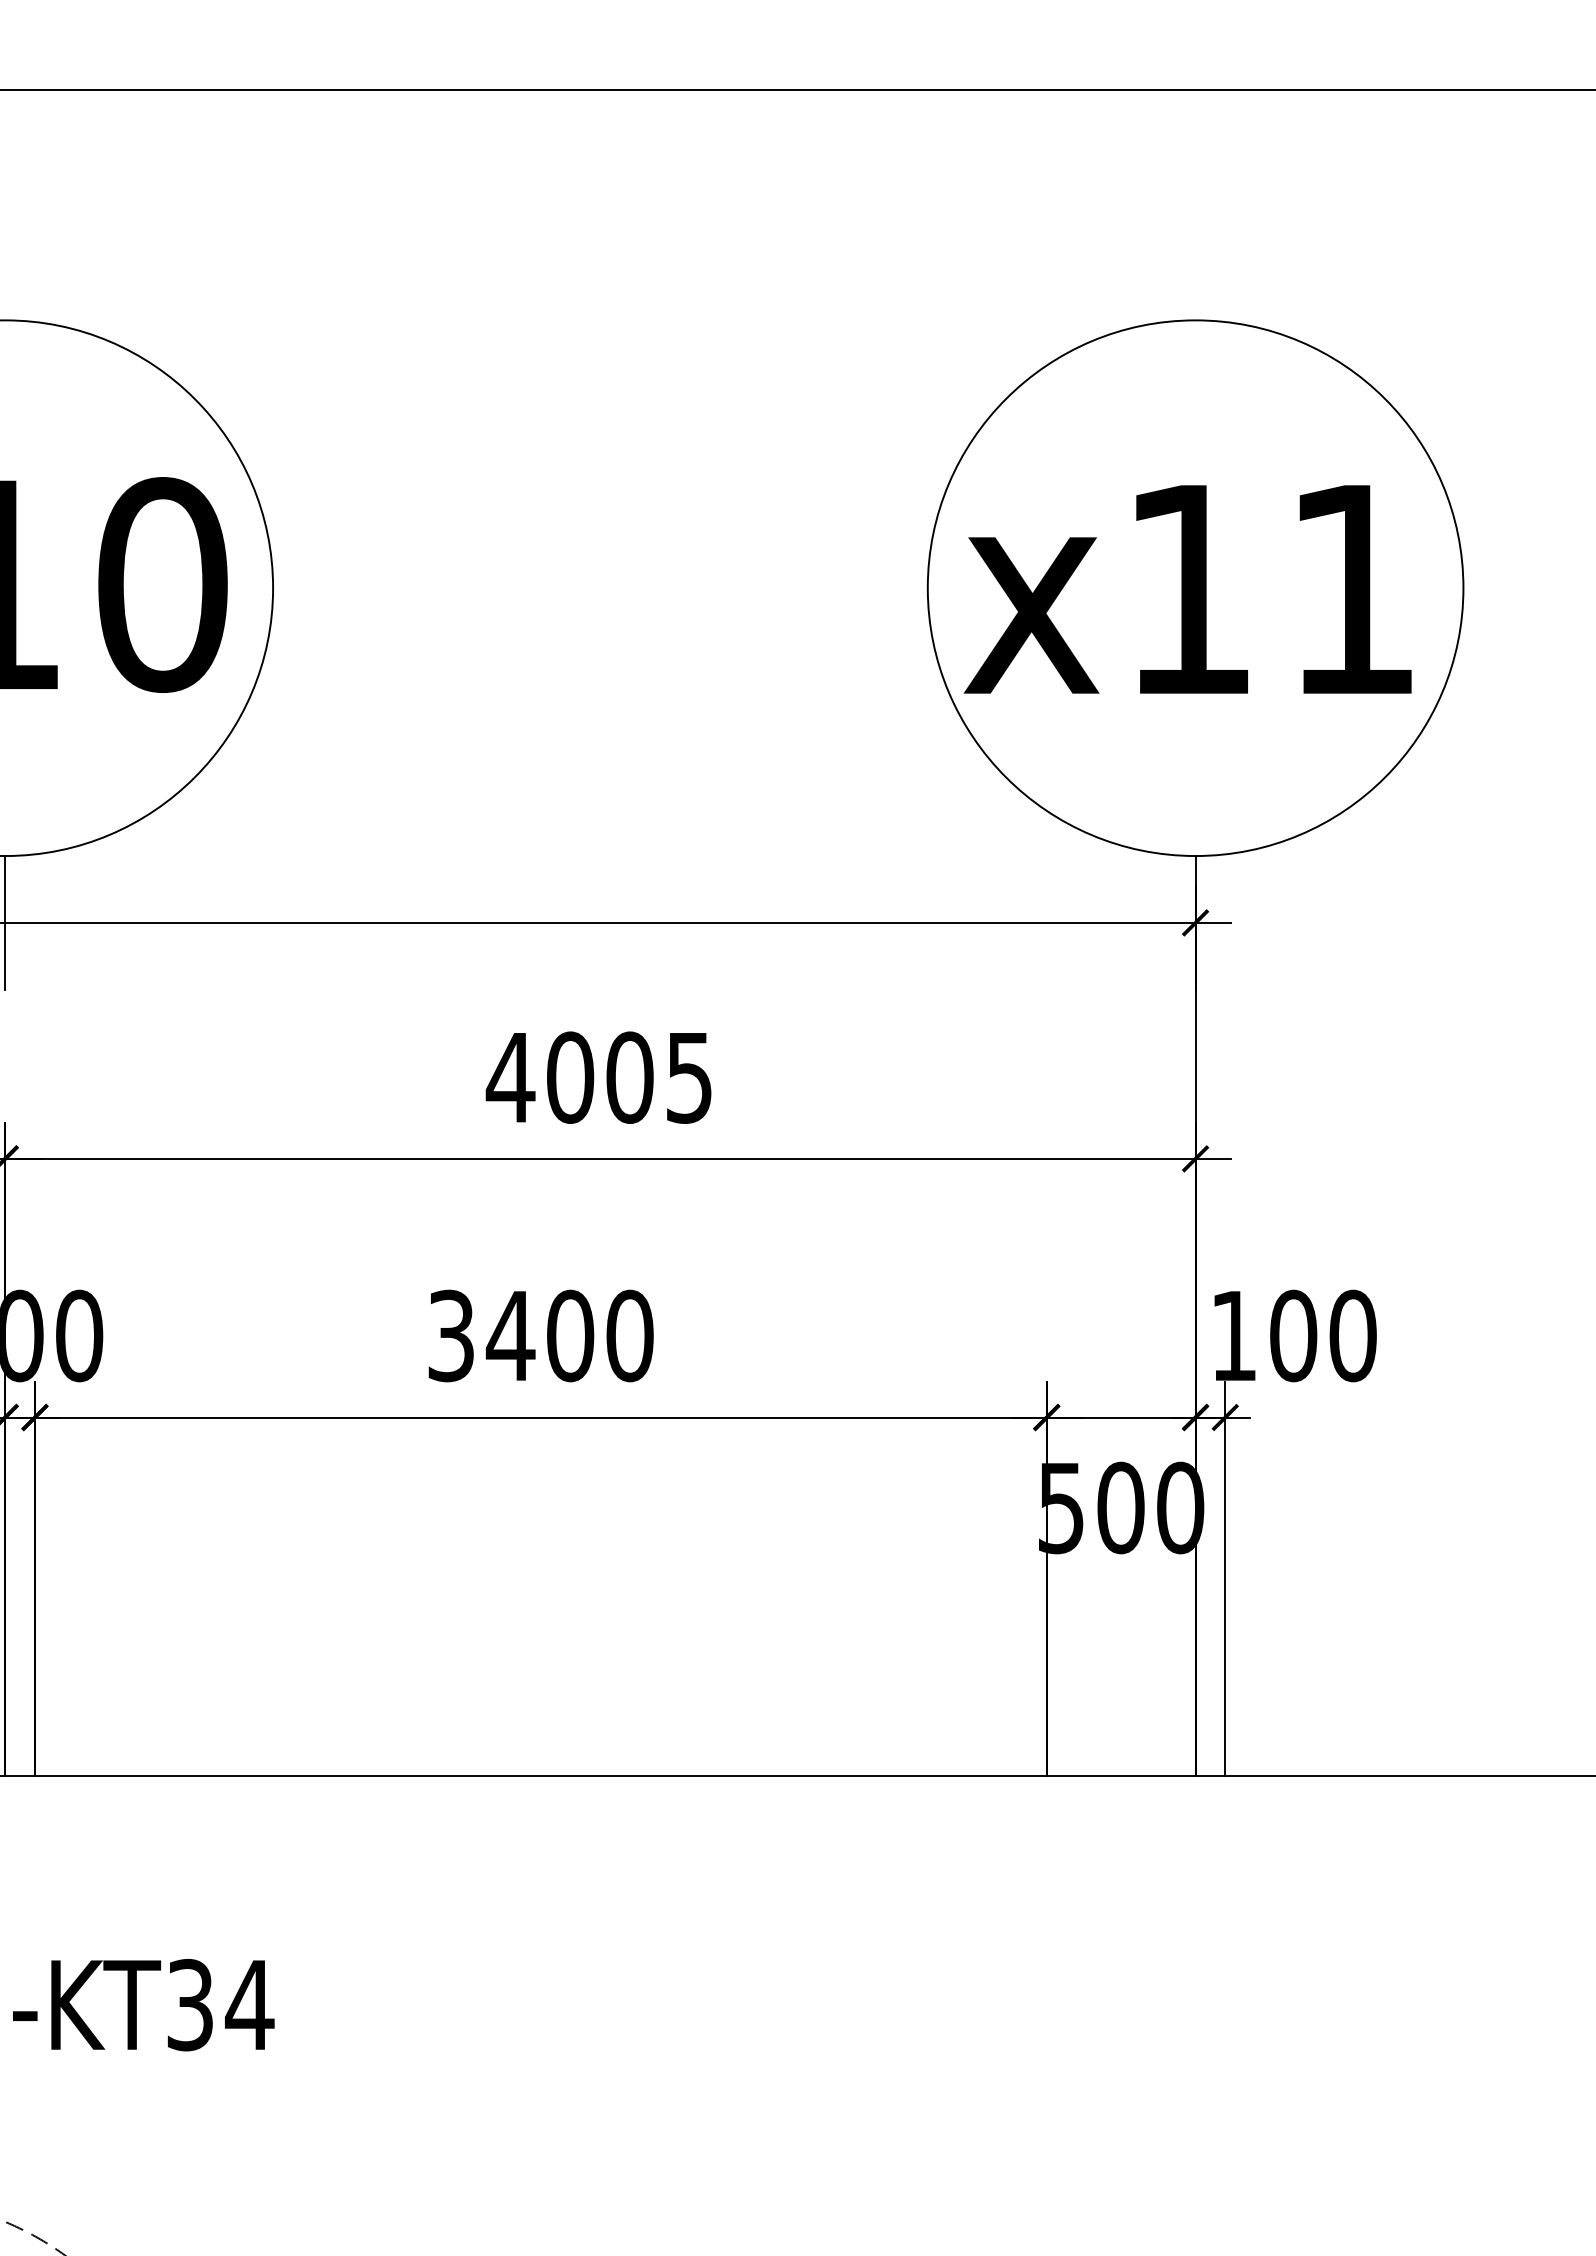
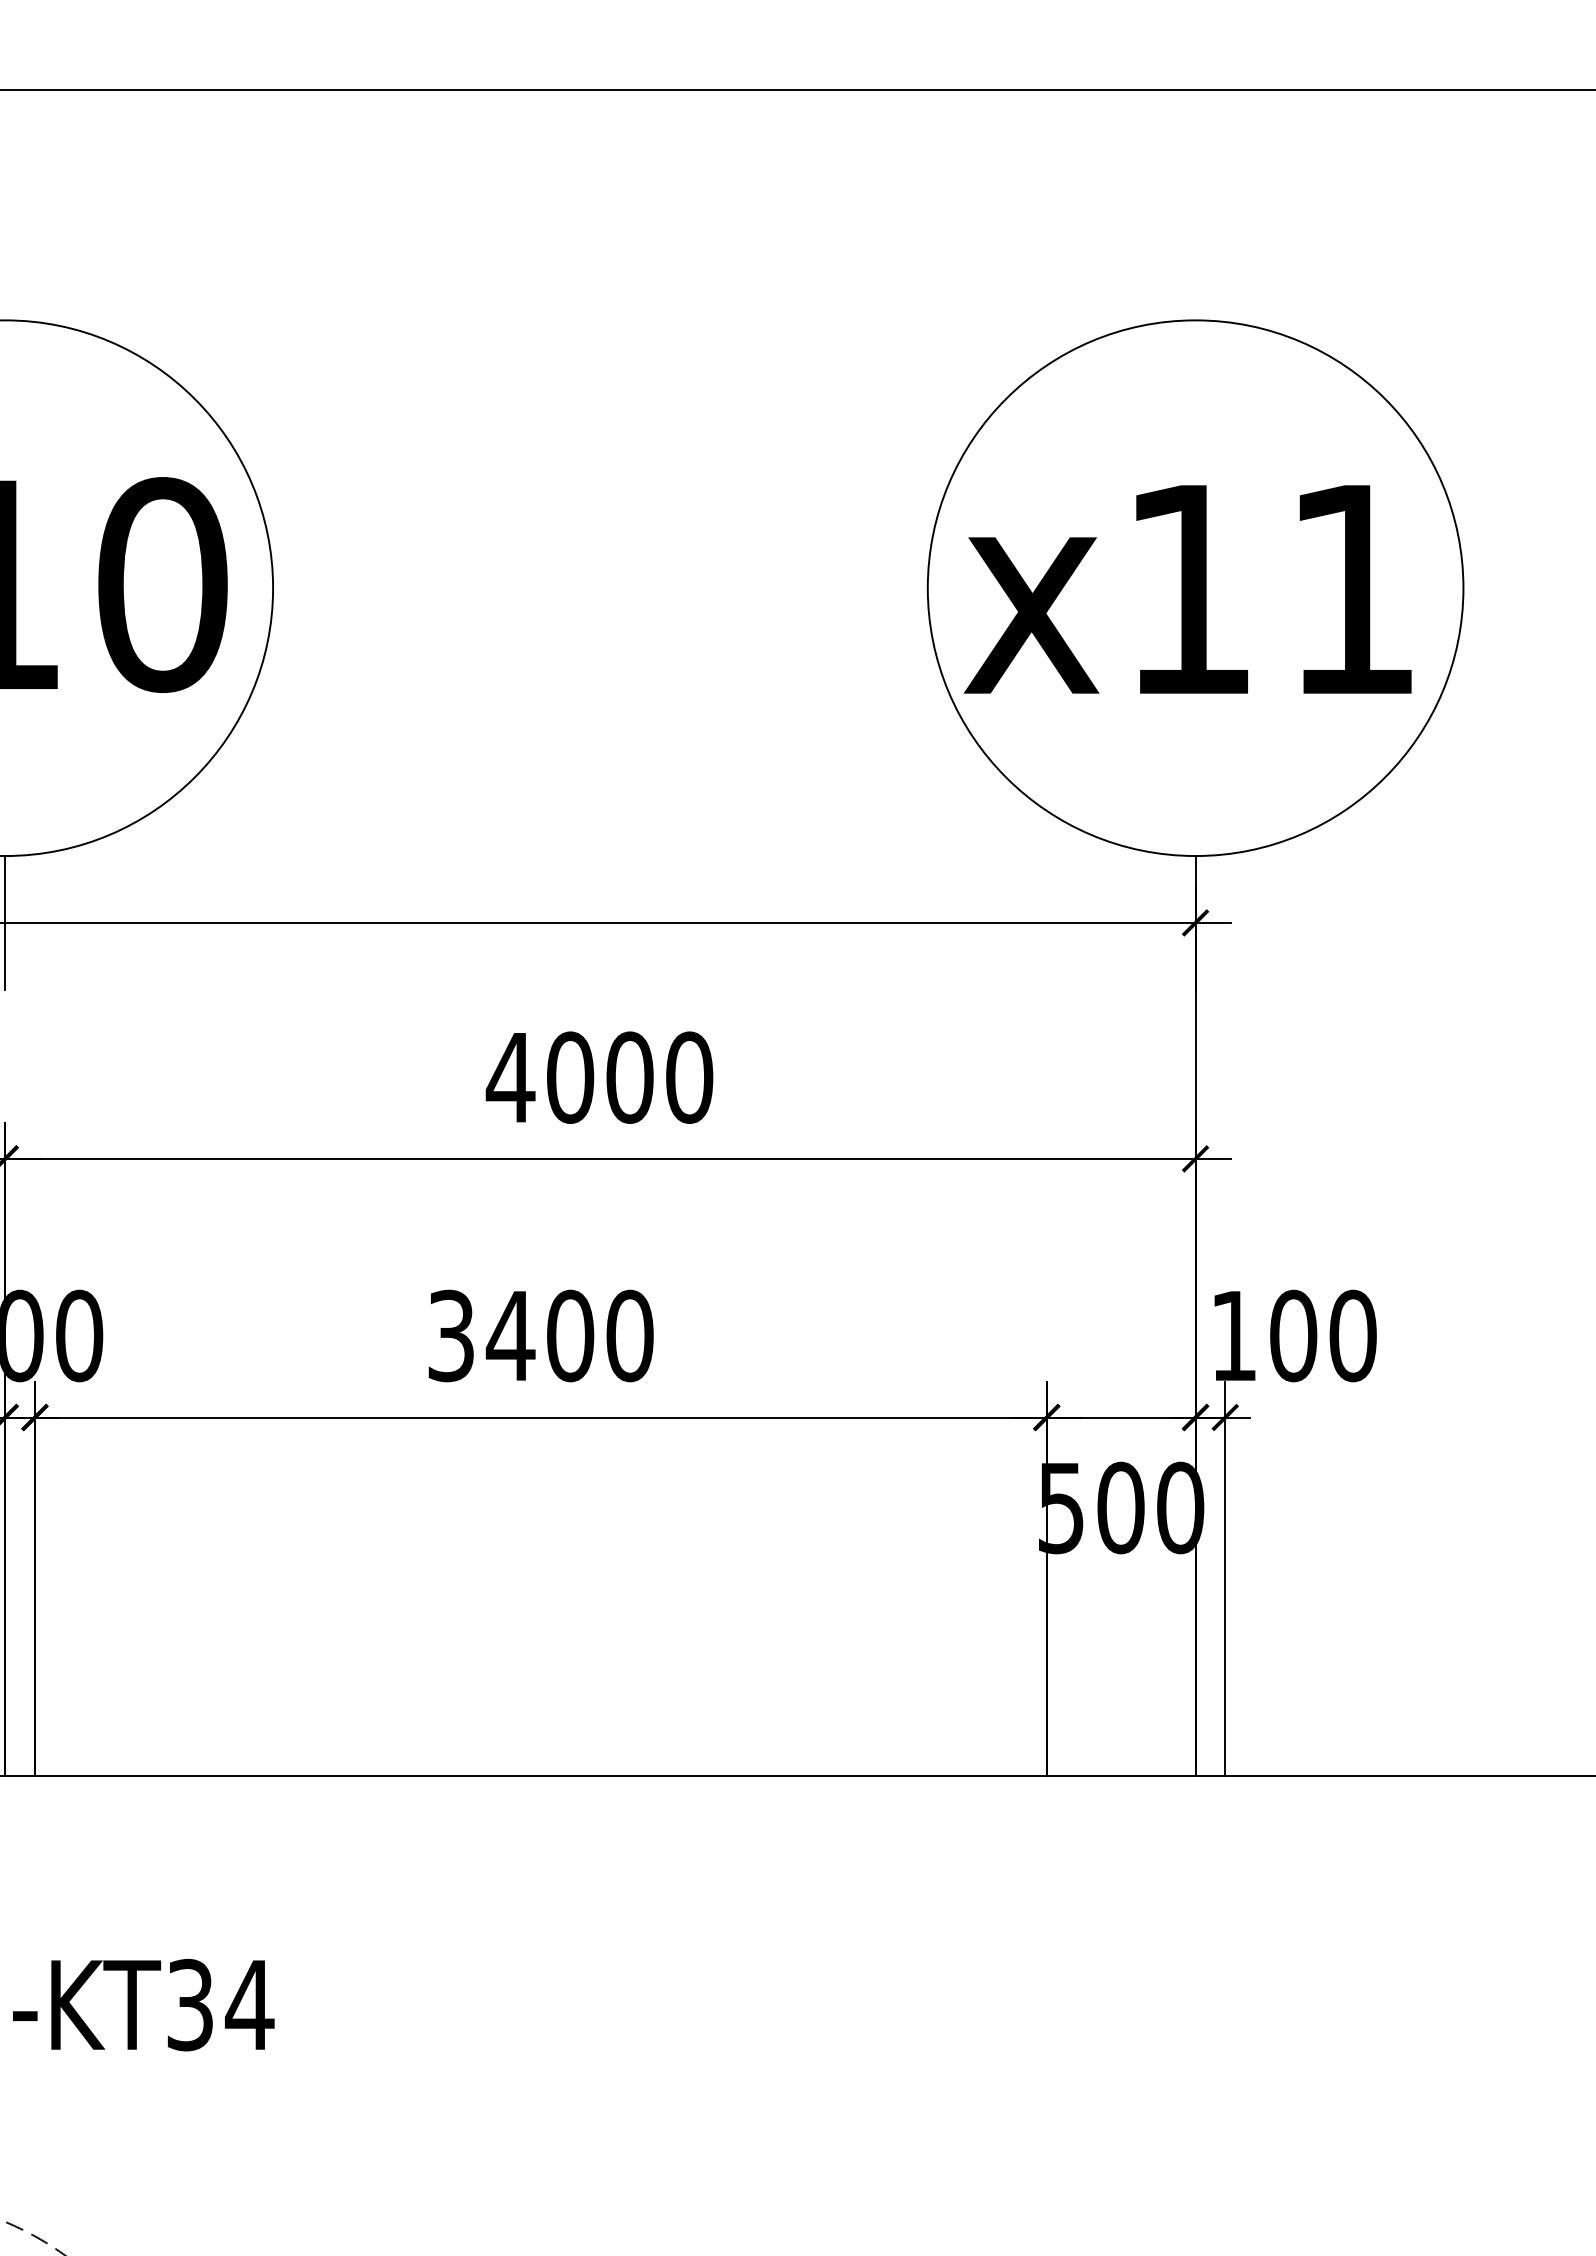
text at (689, 1077): 4005 -> 4000
